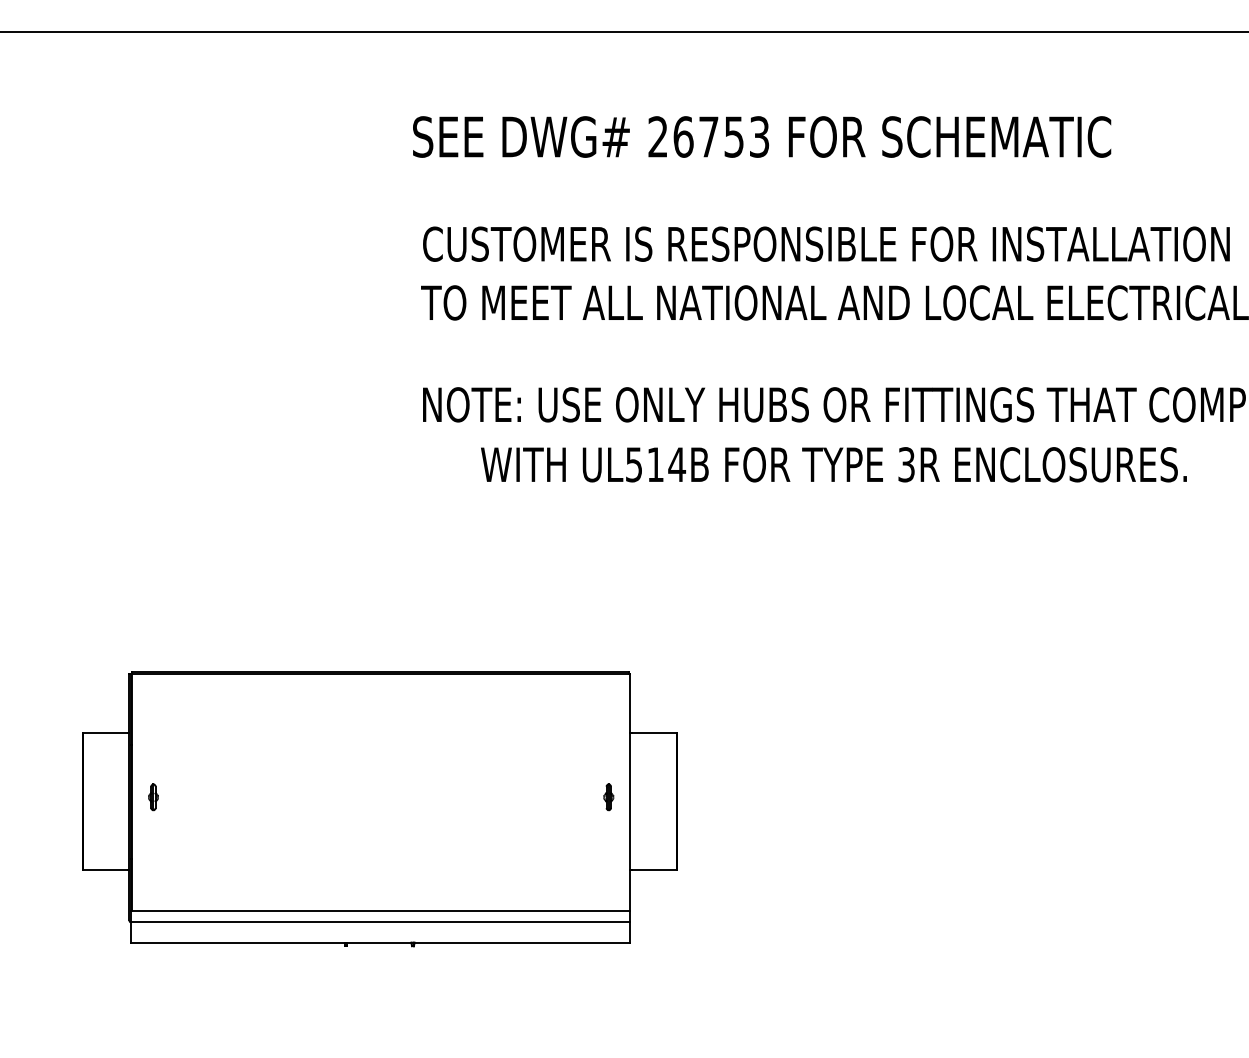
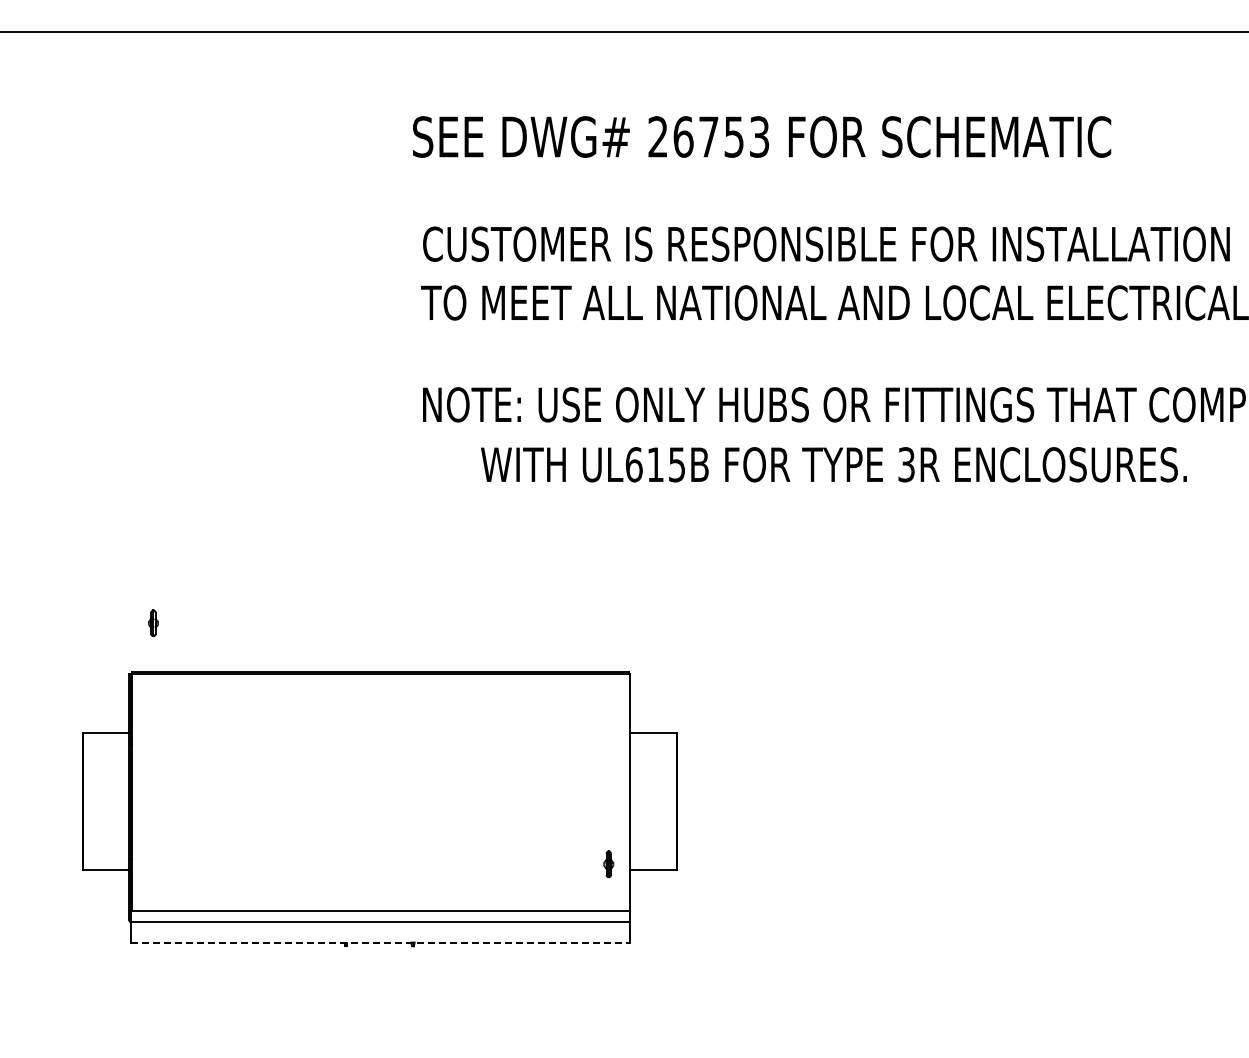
text at (655, 464): UL514B -> UL615B
part at (153, 797) position: (153, 797) -> (153, 623)
part at (608, 797) position: (608, 797) -> (608, 864)
line at (380, 942): solid -> dashed
